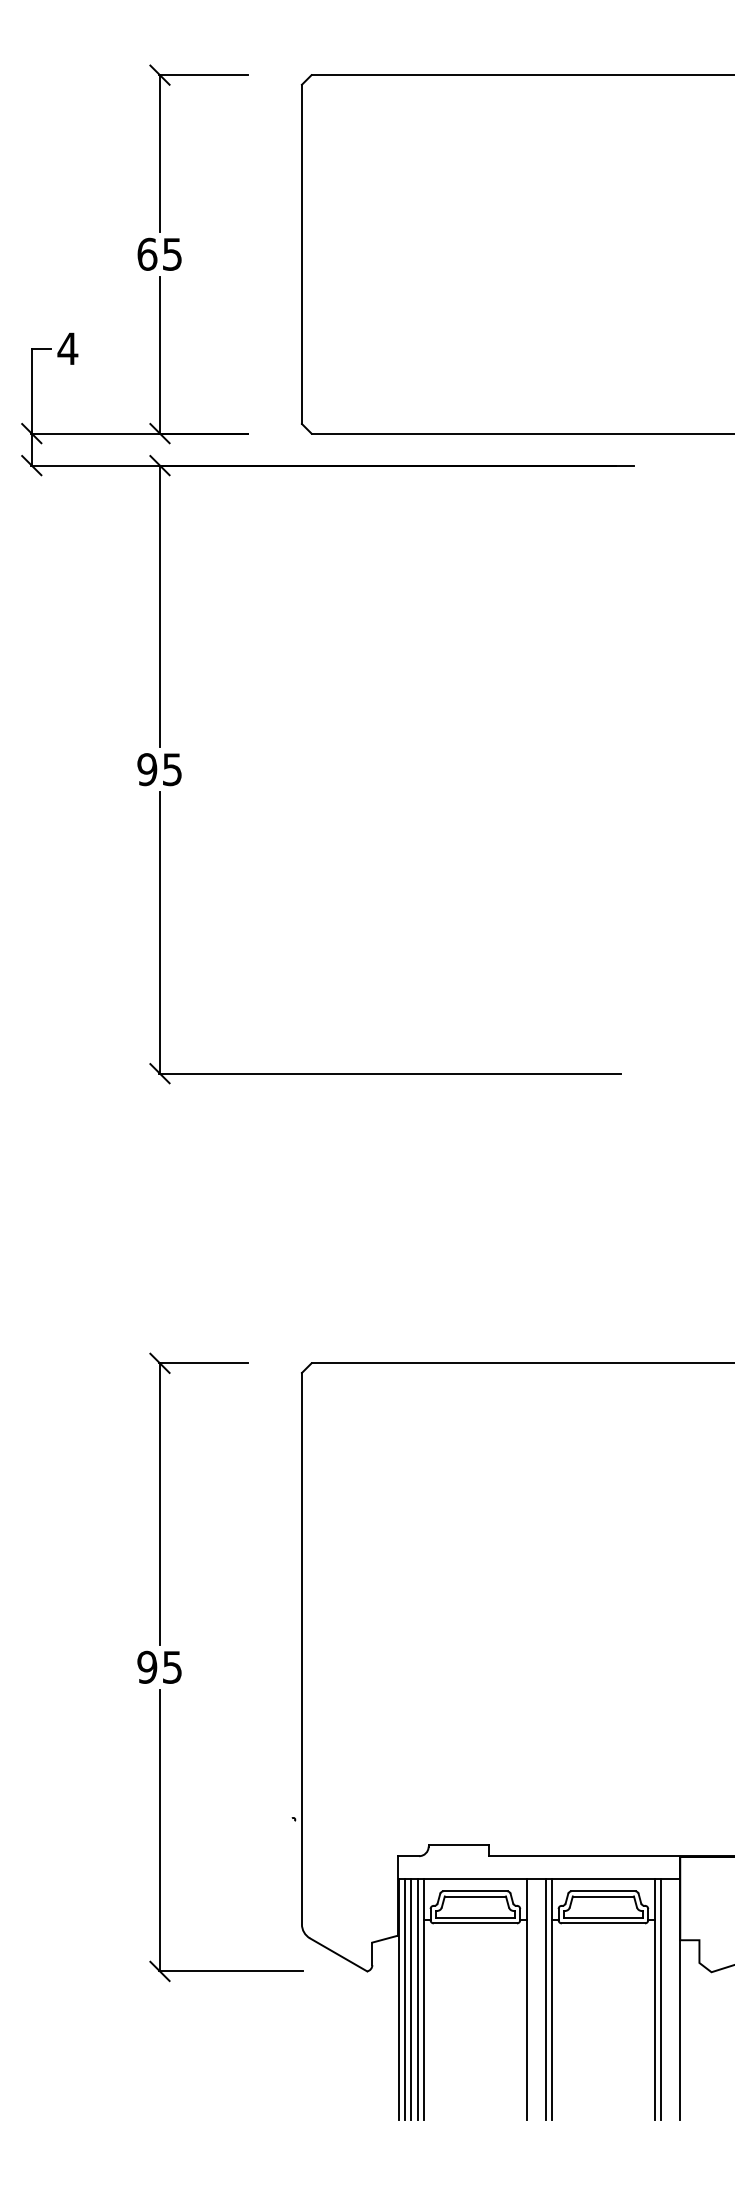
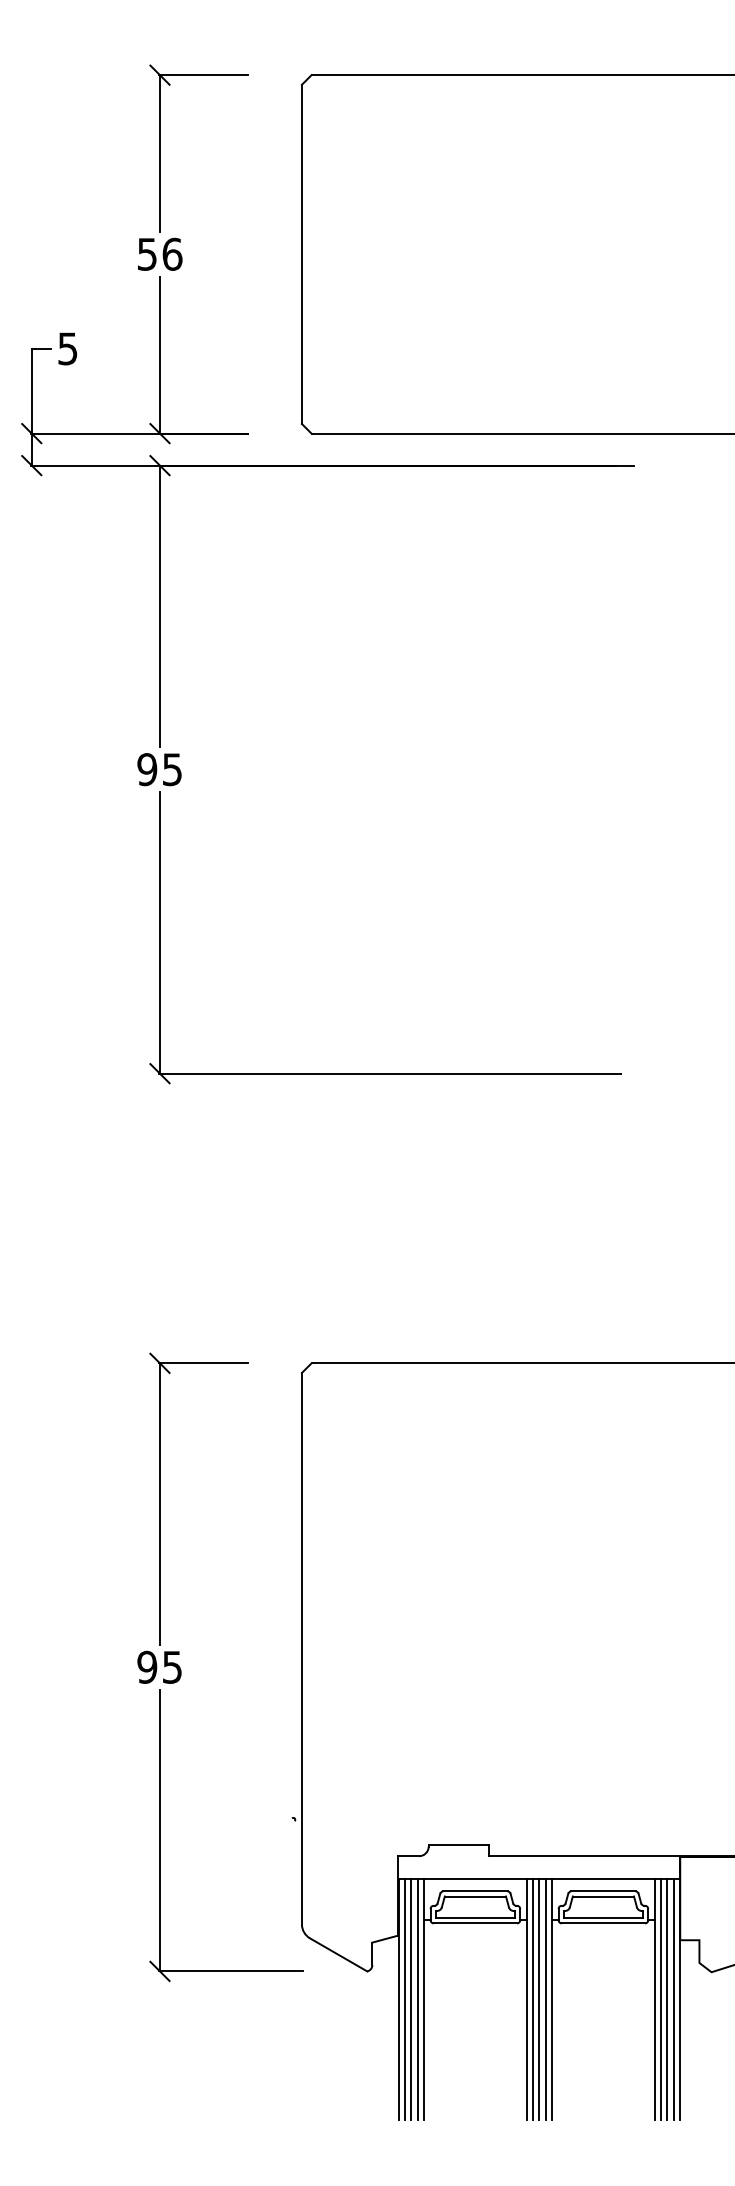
text at (159, 253): 65 -> 56
text at (67, 348): 4 -> 5
line at (533, 1999): none -> present
line at (539, 1999): none -> present
line at (667, 1999): none -> present
line at (673, 1999): none -> present
